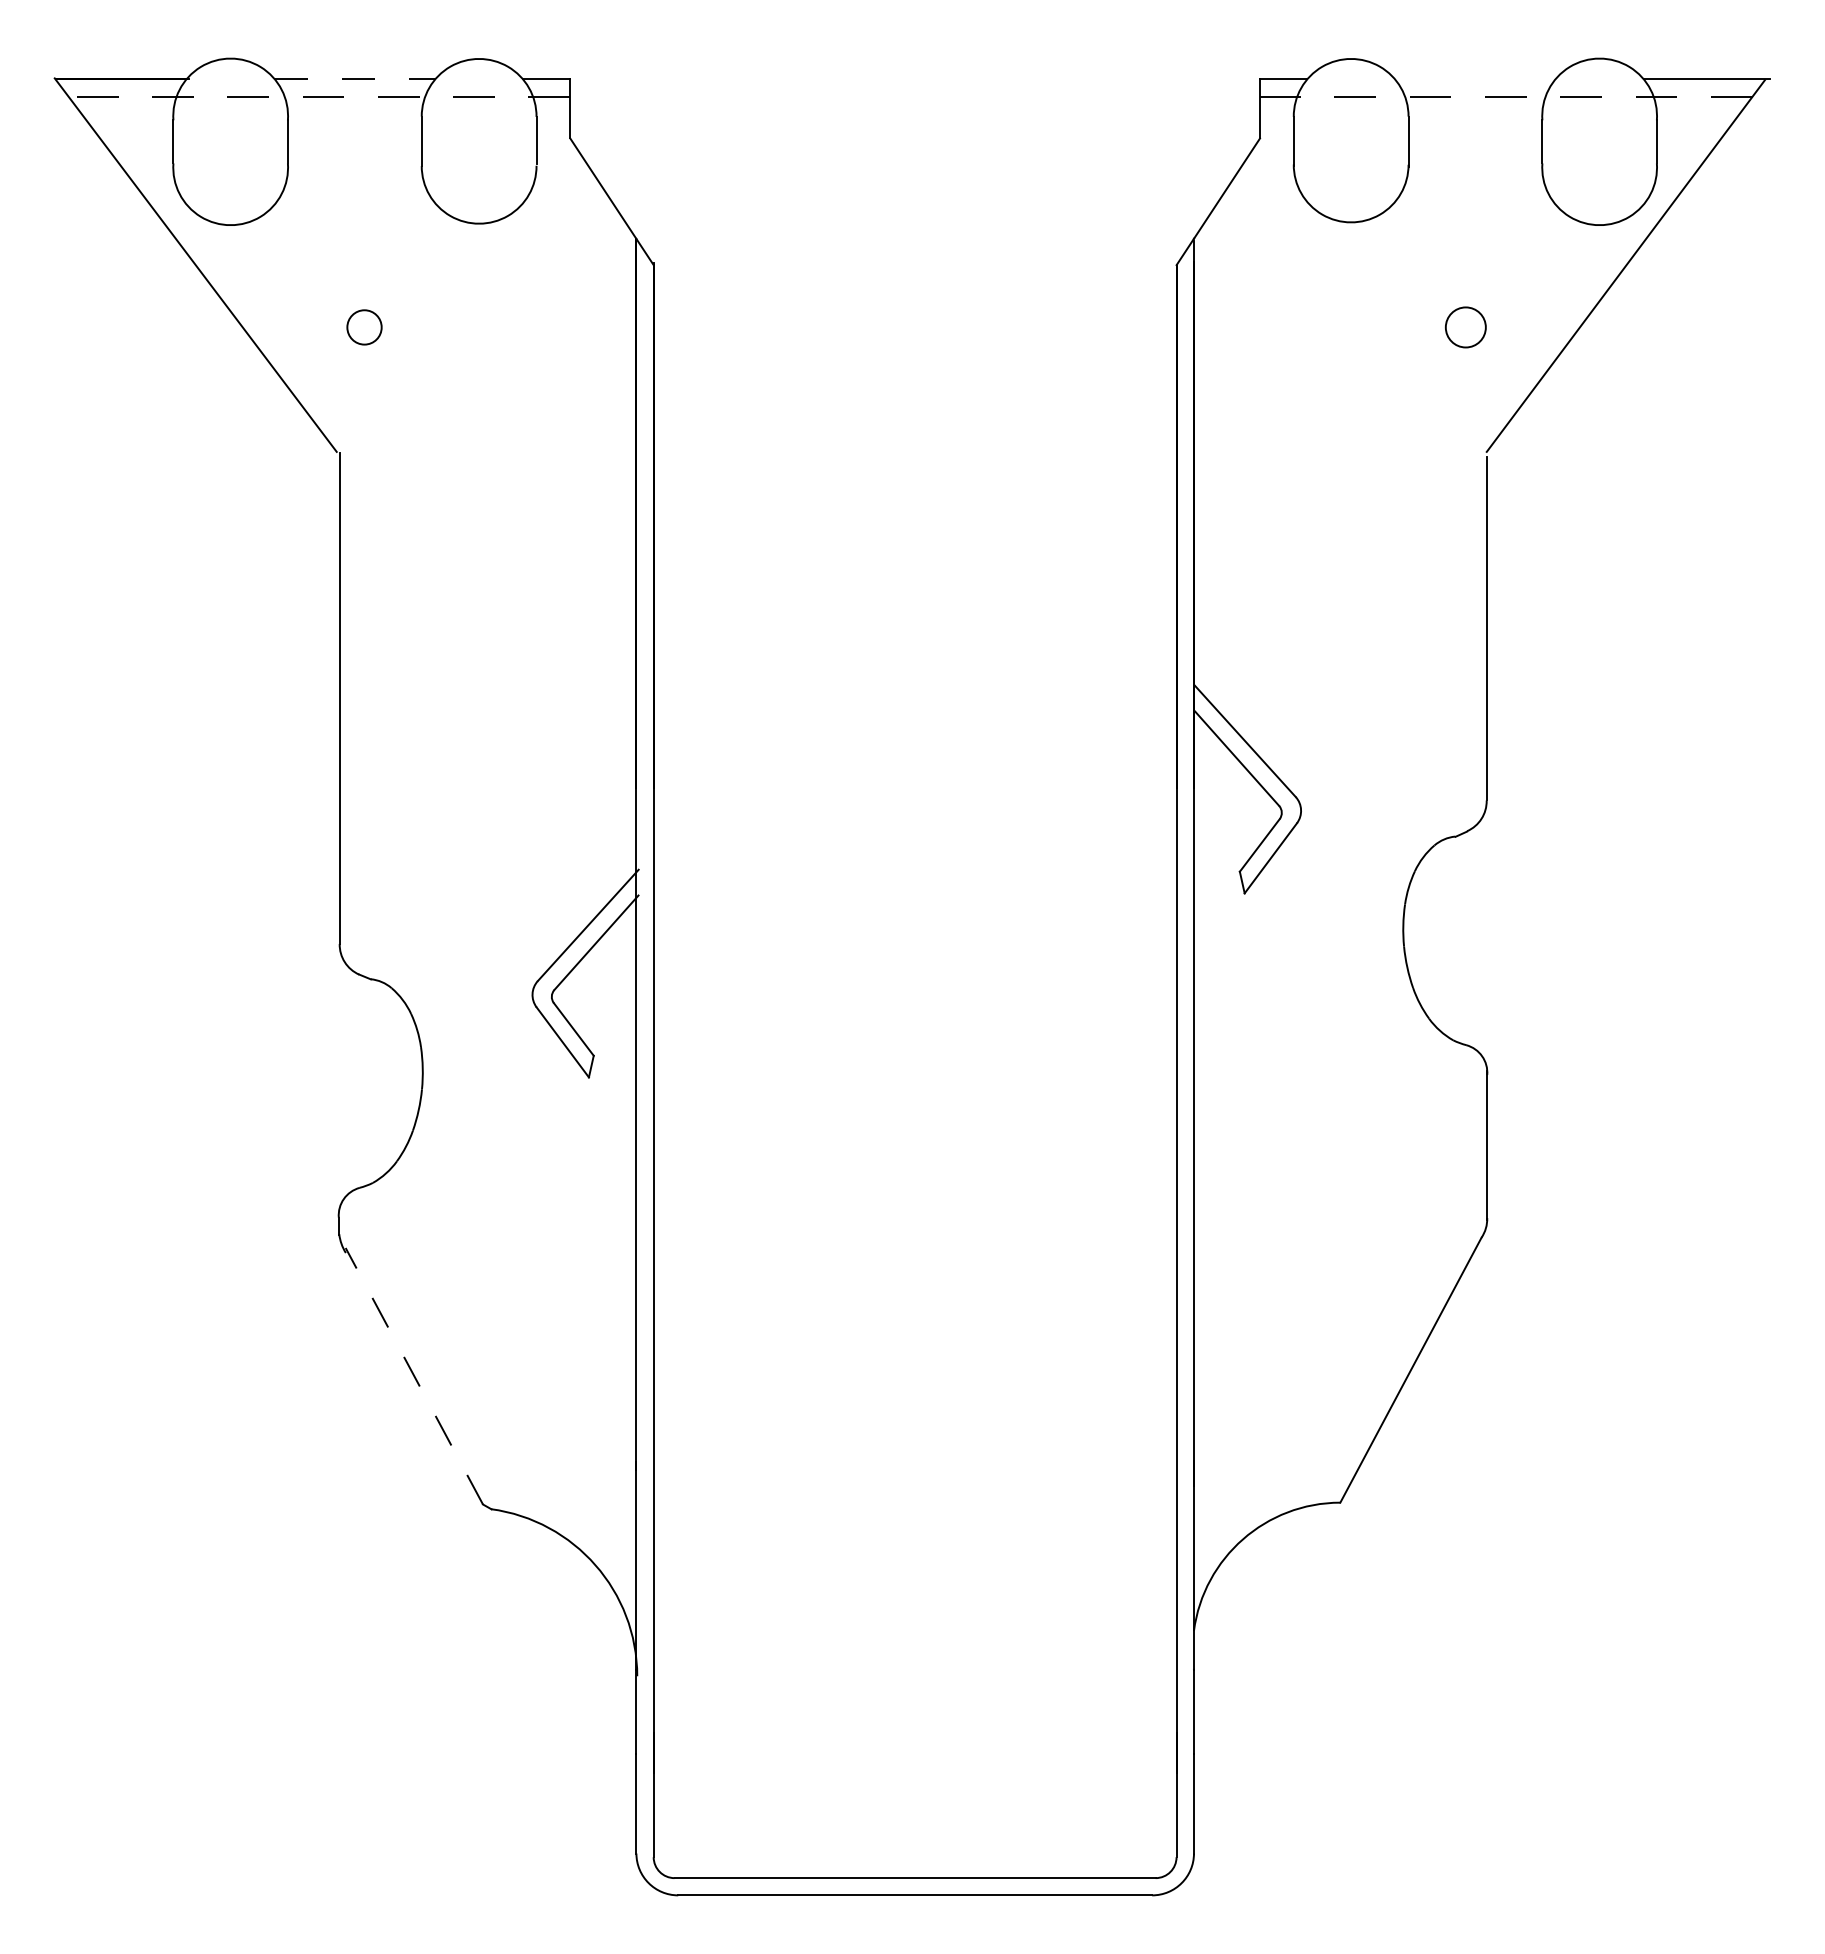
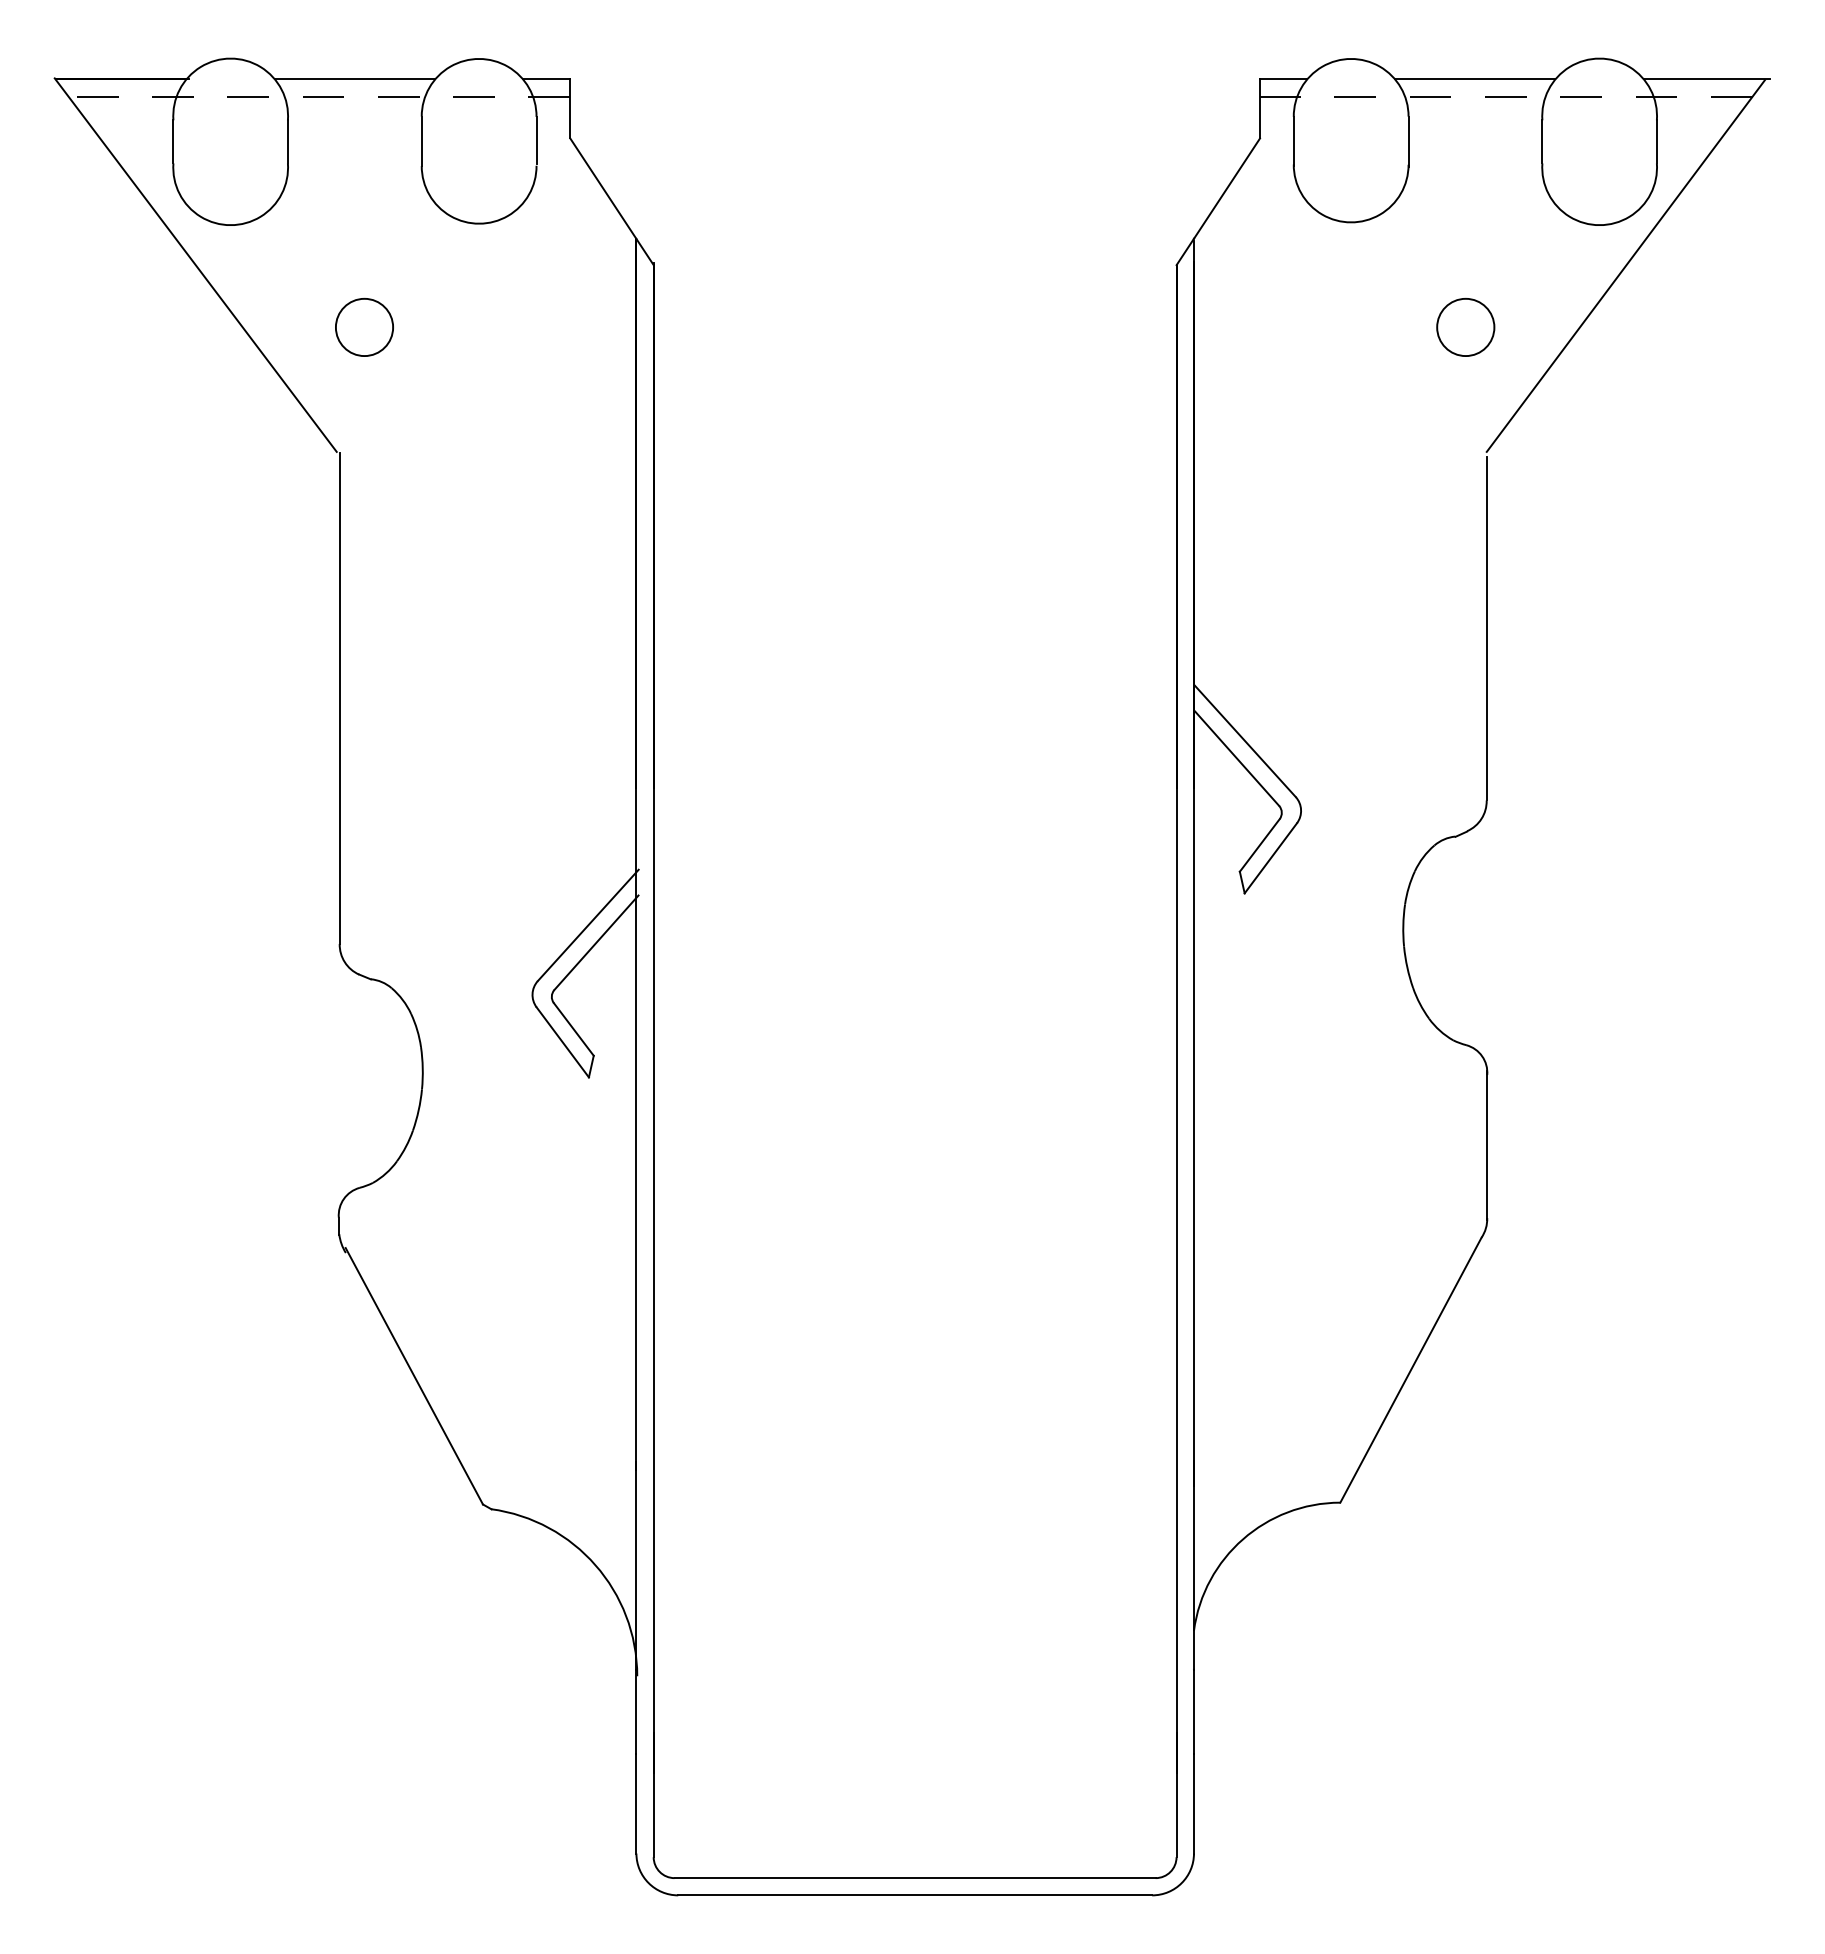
line at (355, 79): dashed -> solid
line at (1475, 79): none -> present
circle at (364, 327) diameter: 34 px -> 57 px
circle at (1465, 327) size: 43x43 px -> 60x59 px
line at (414, 1375): dashed -> solid
